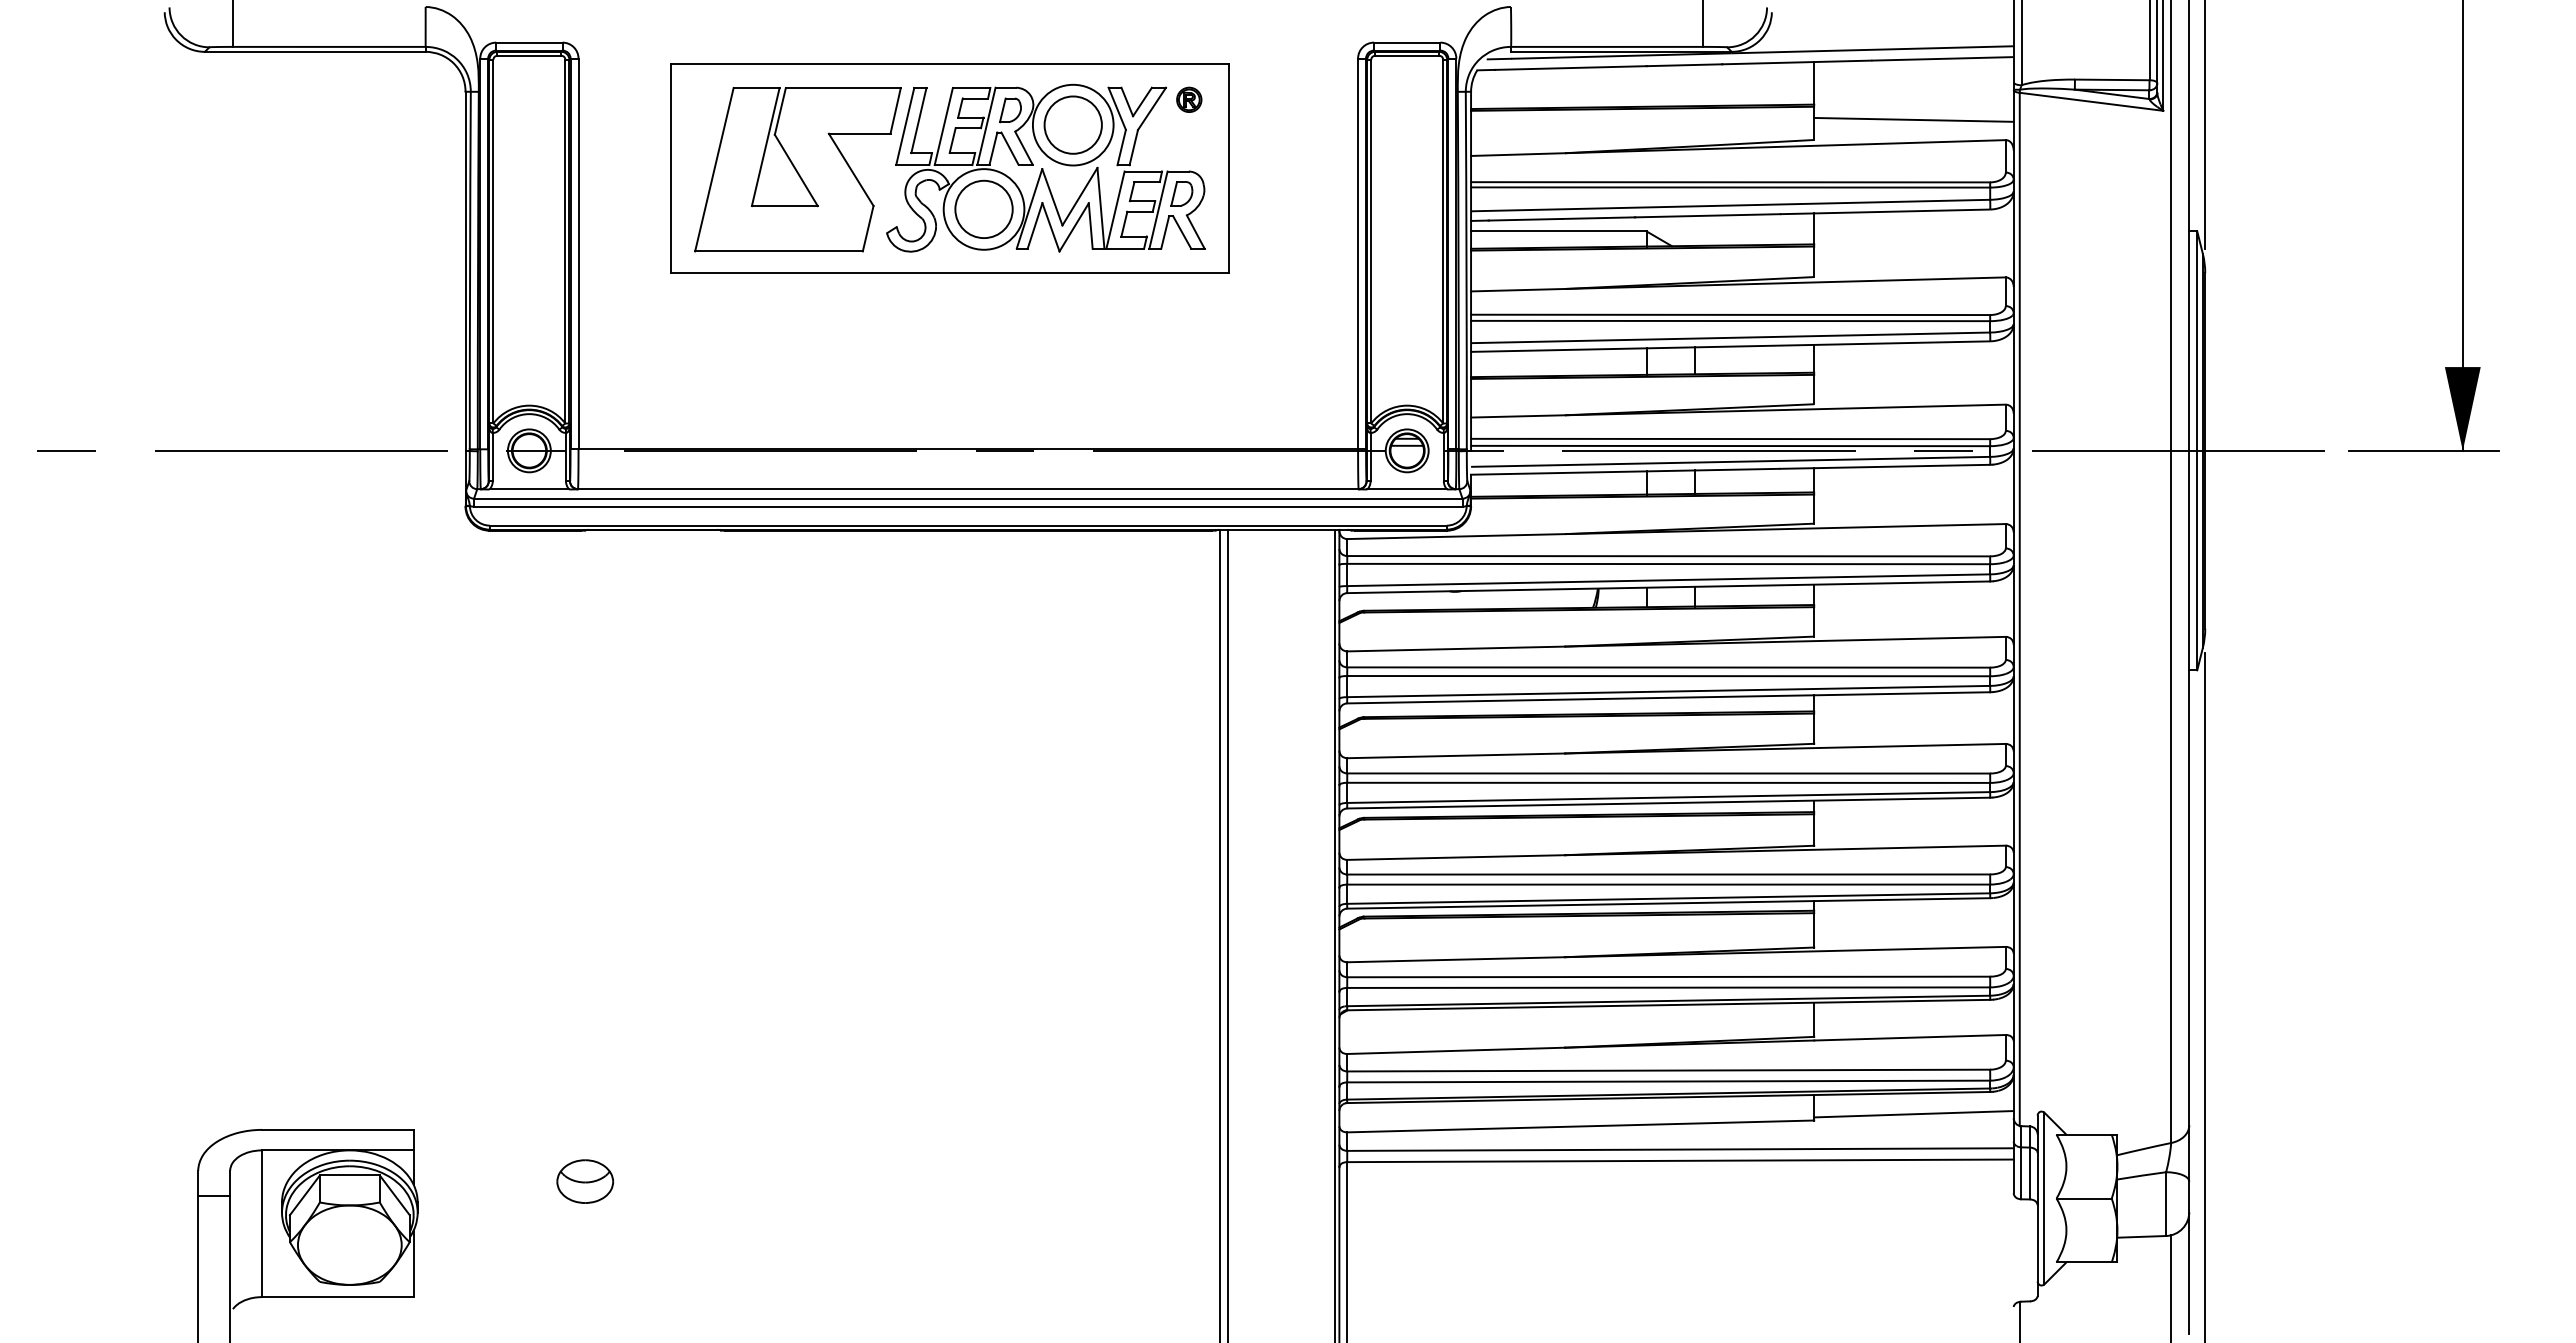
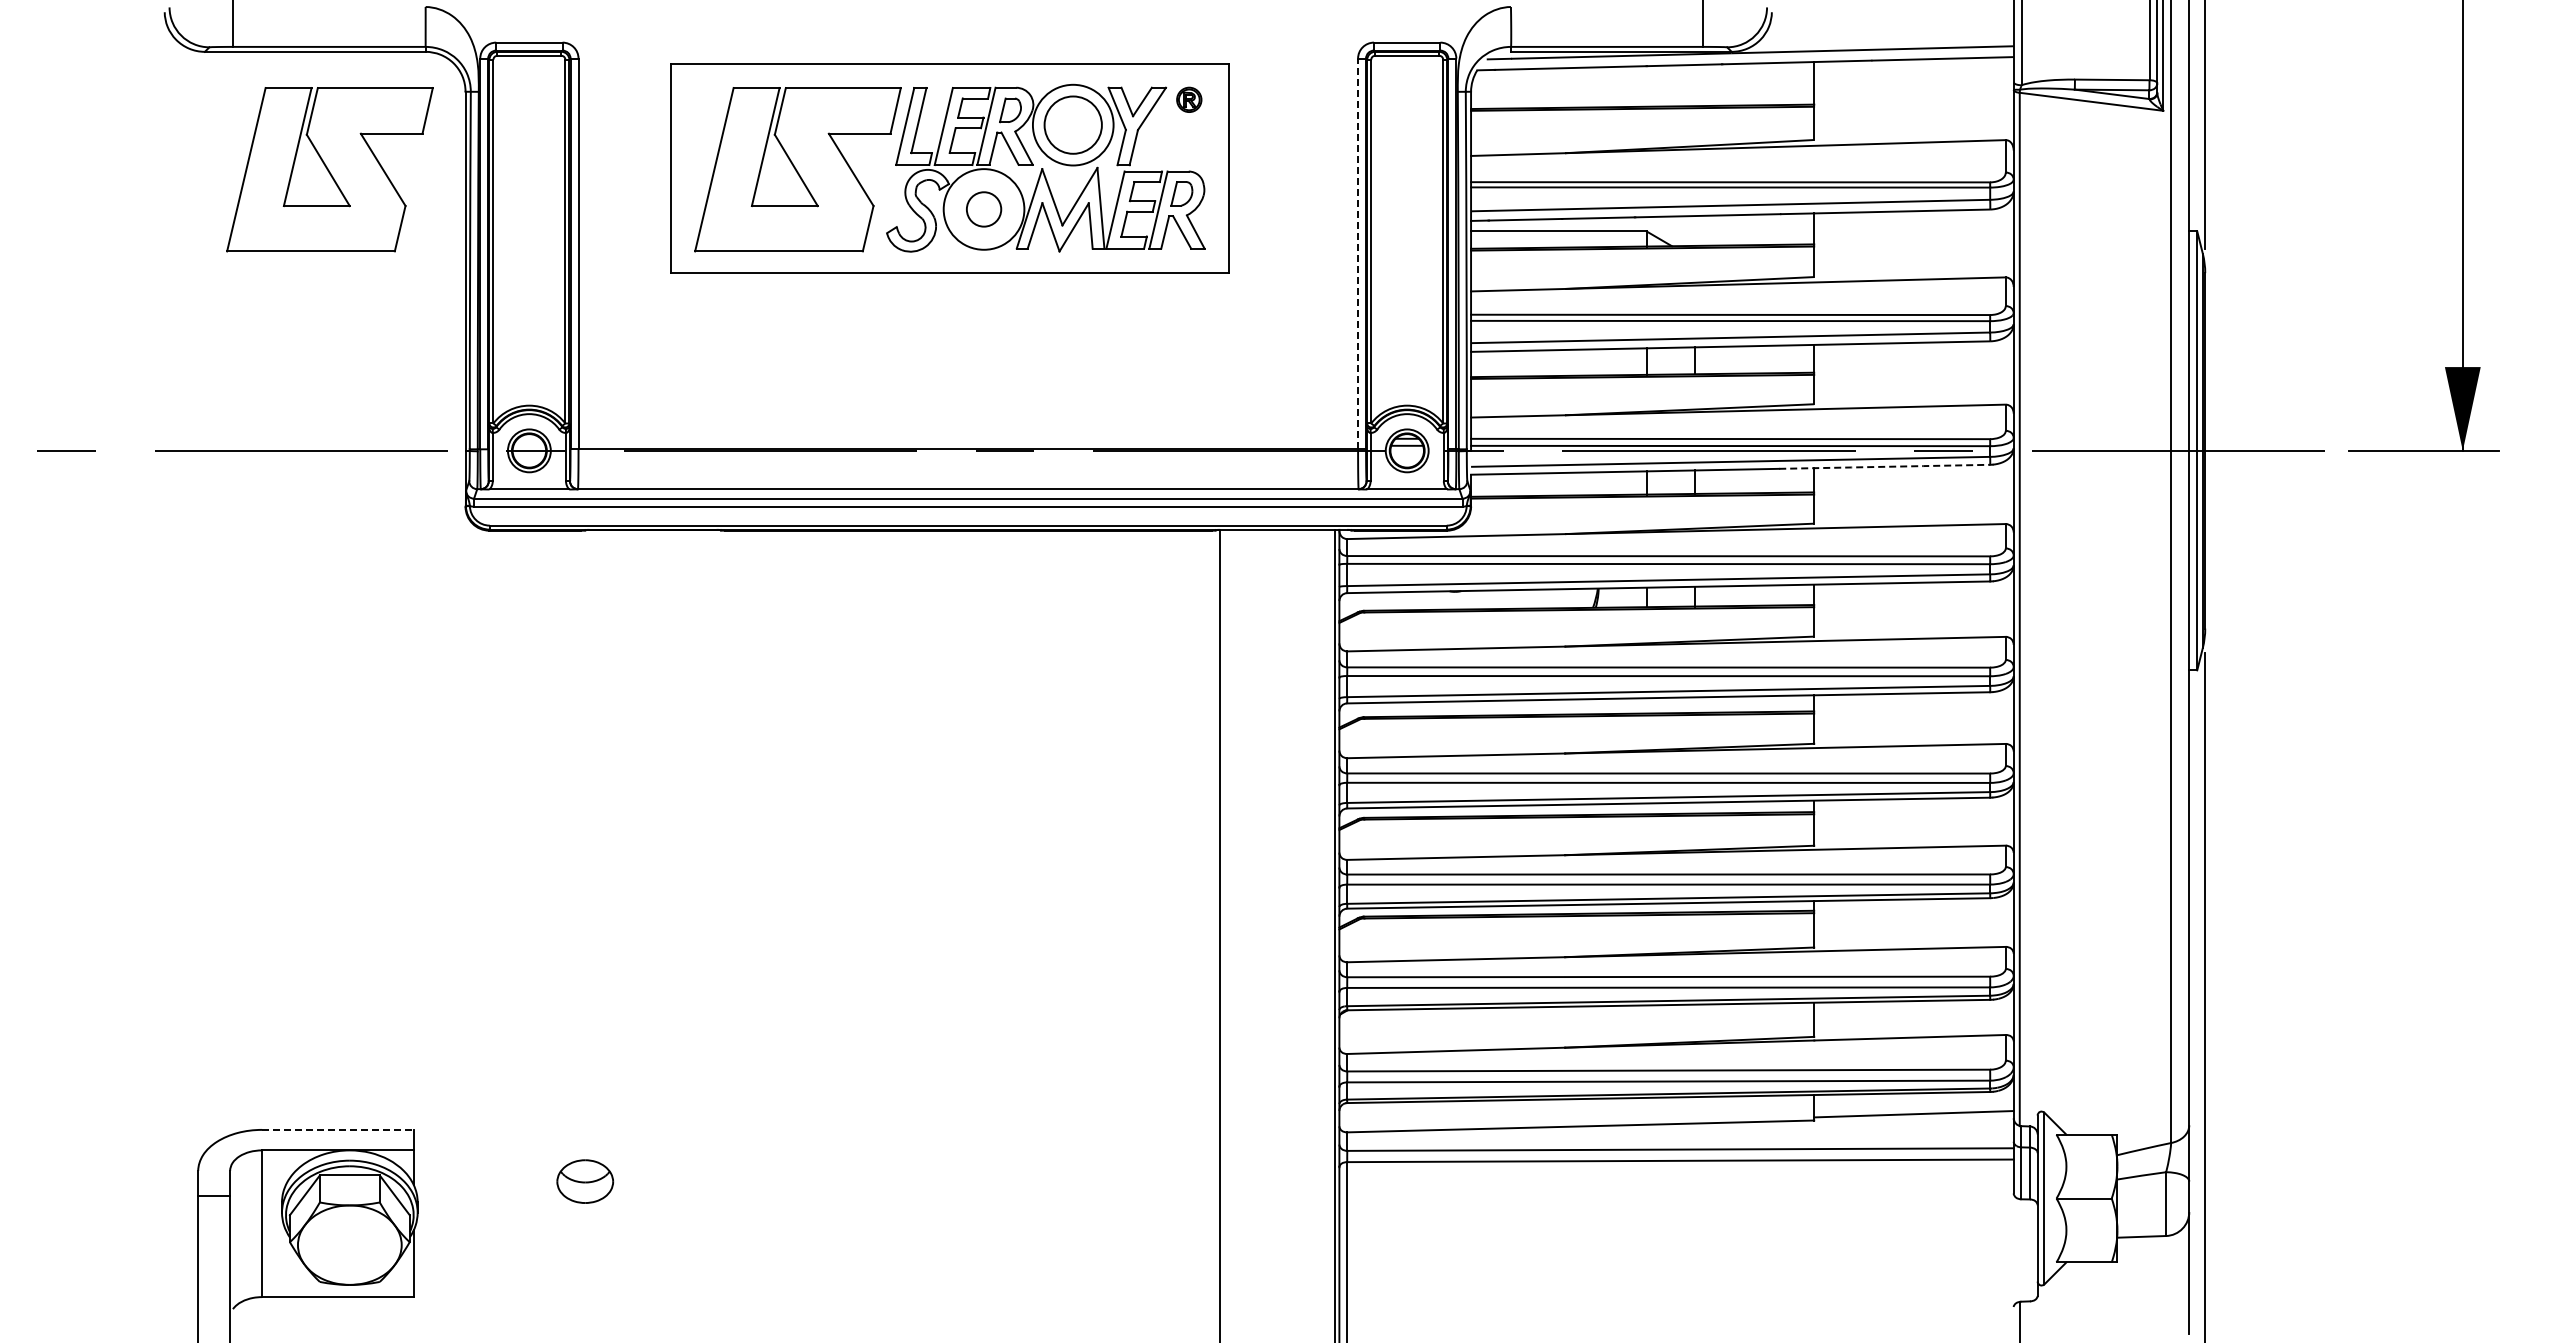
line at (1913, 119): present -> none
part at (329, 169): none -> present
circle at (983, 209) diameter: 57 px -> 34 px
line at (1358, 253): solid -> dashed
line at (1885, 466): solid -> dashed
line at (1227, 934): present -> none
line at (337, 1129): solid -> dashed
line at (2171, 1287): present -> none
